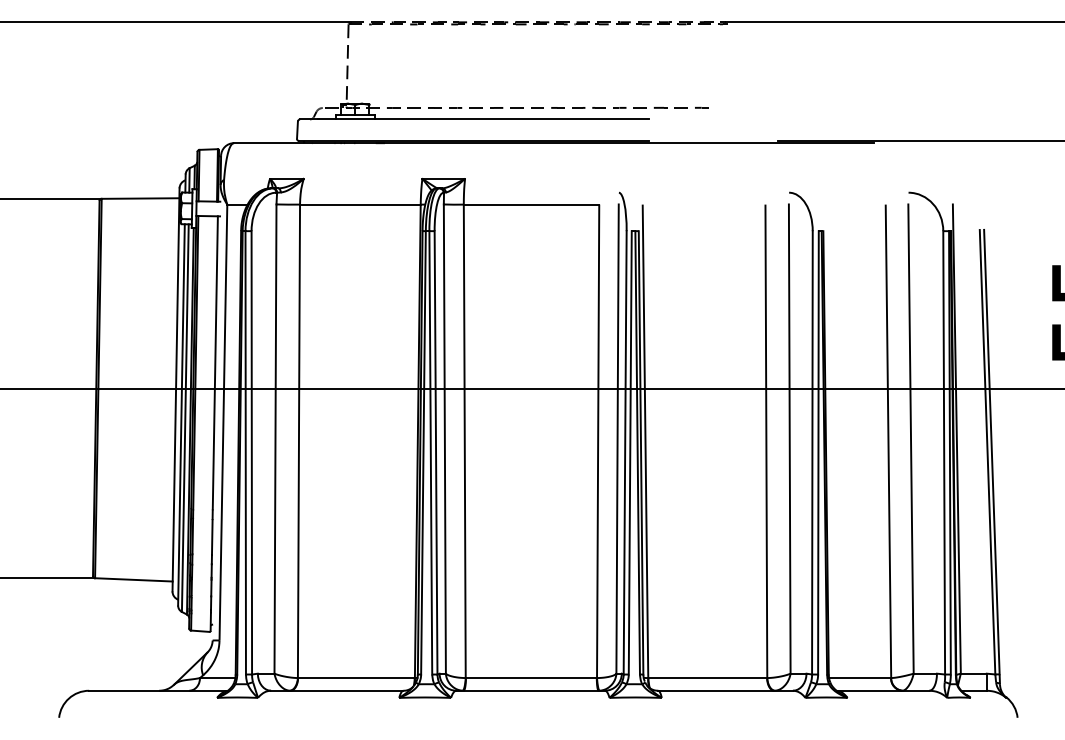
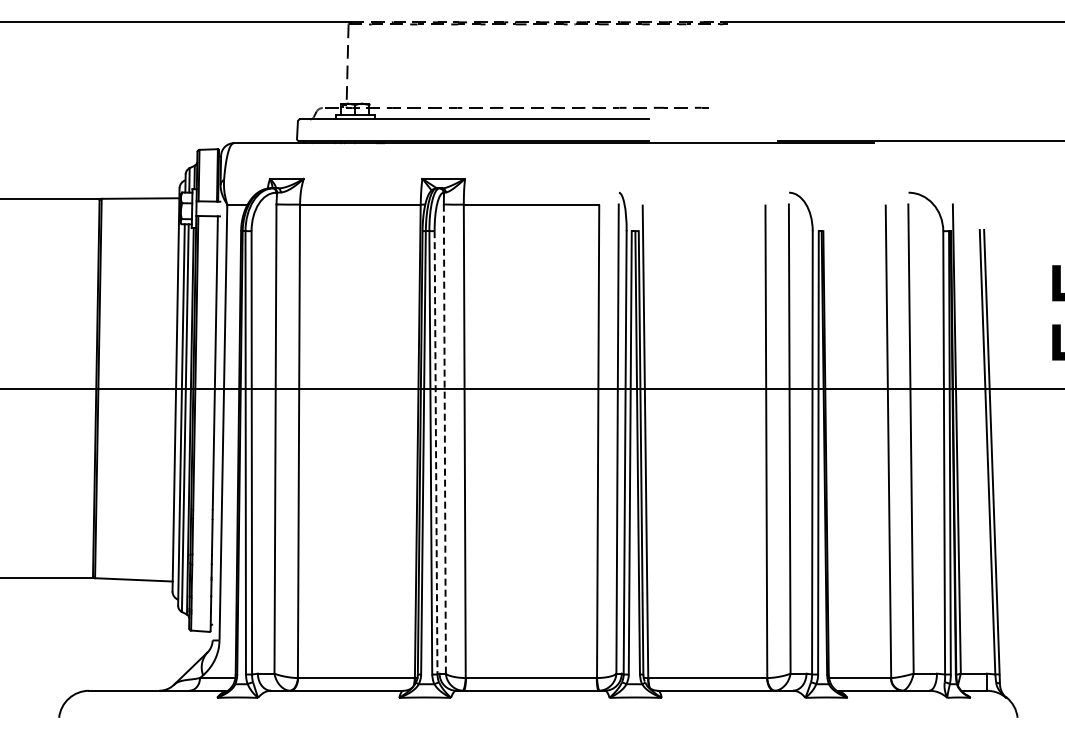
line at (444, 439): solid -> dashed
line at (436, 452): solid -> dashed
